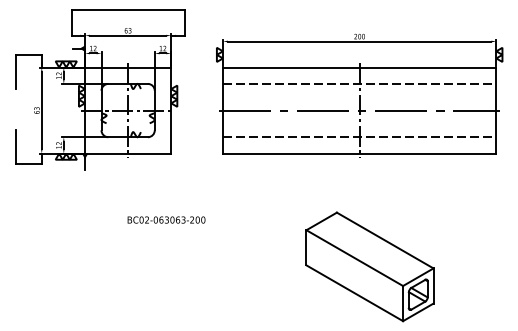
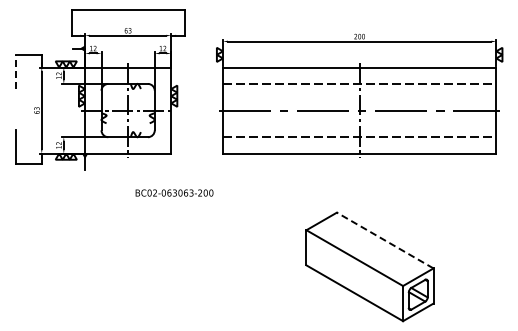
line at (15, 71): solid -> dashed
text at (166, 219) position: (166, 219) -> (174, 192)
line at (385, 240): solid -> dashed
